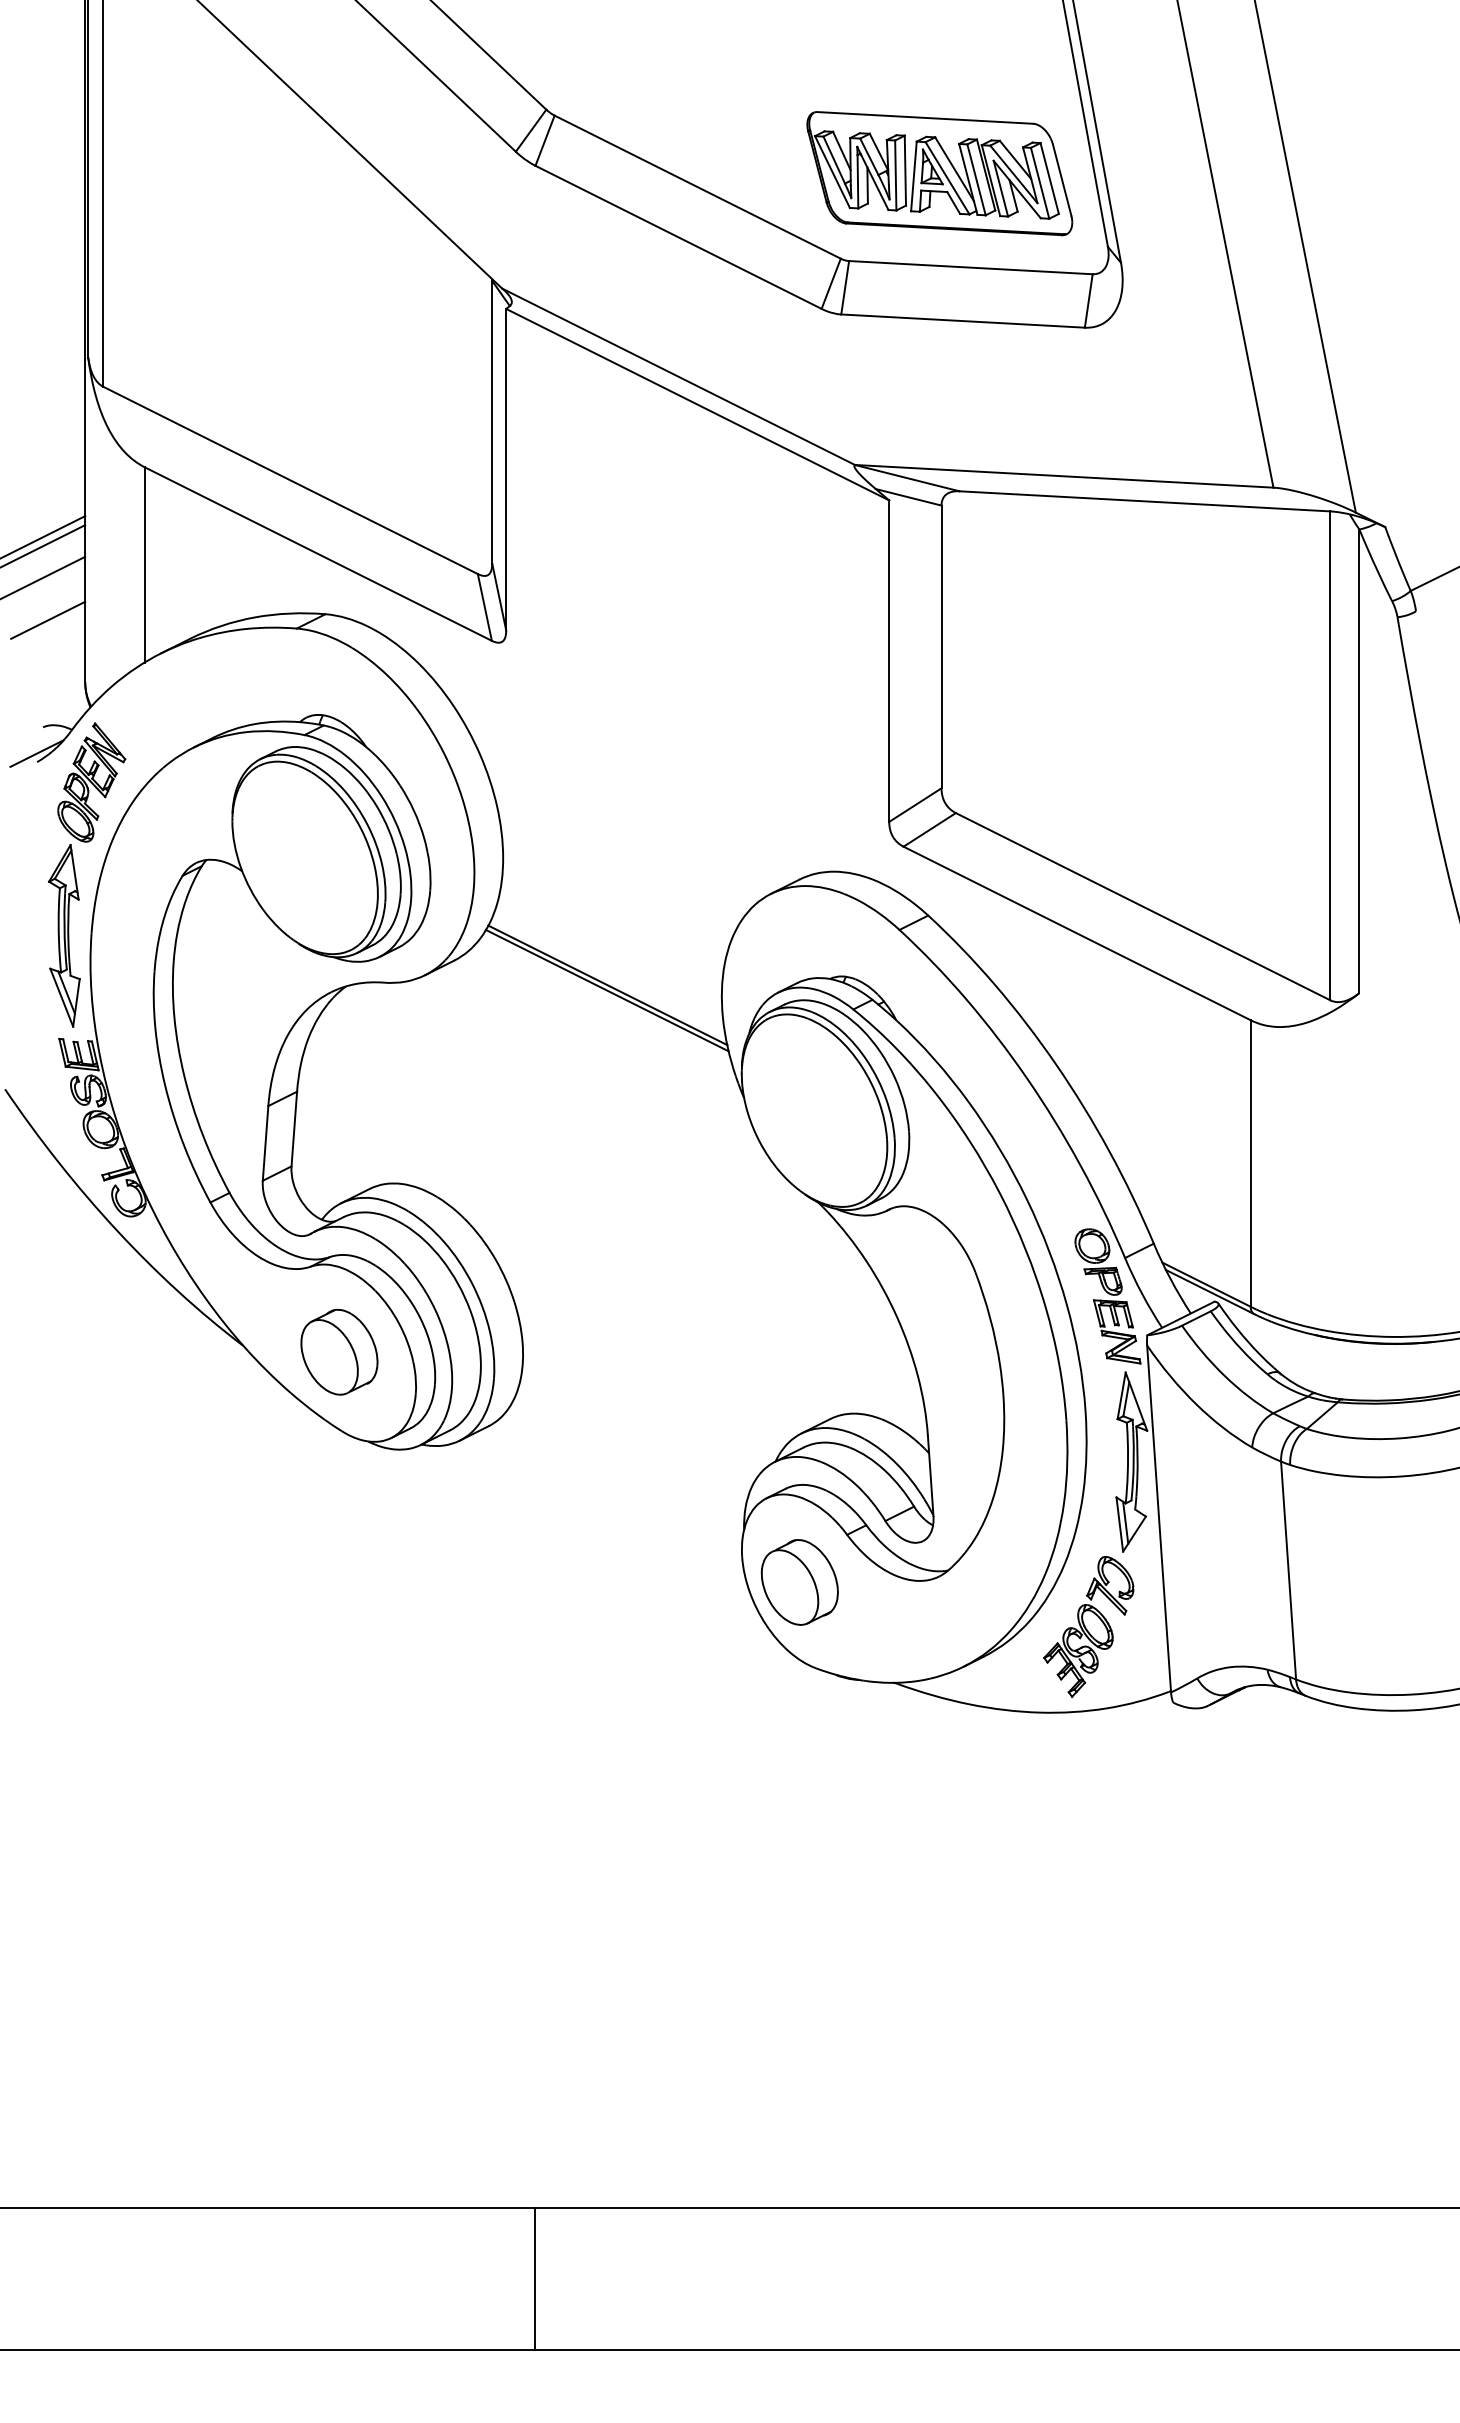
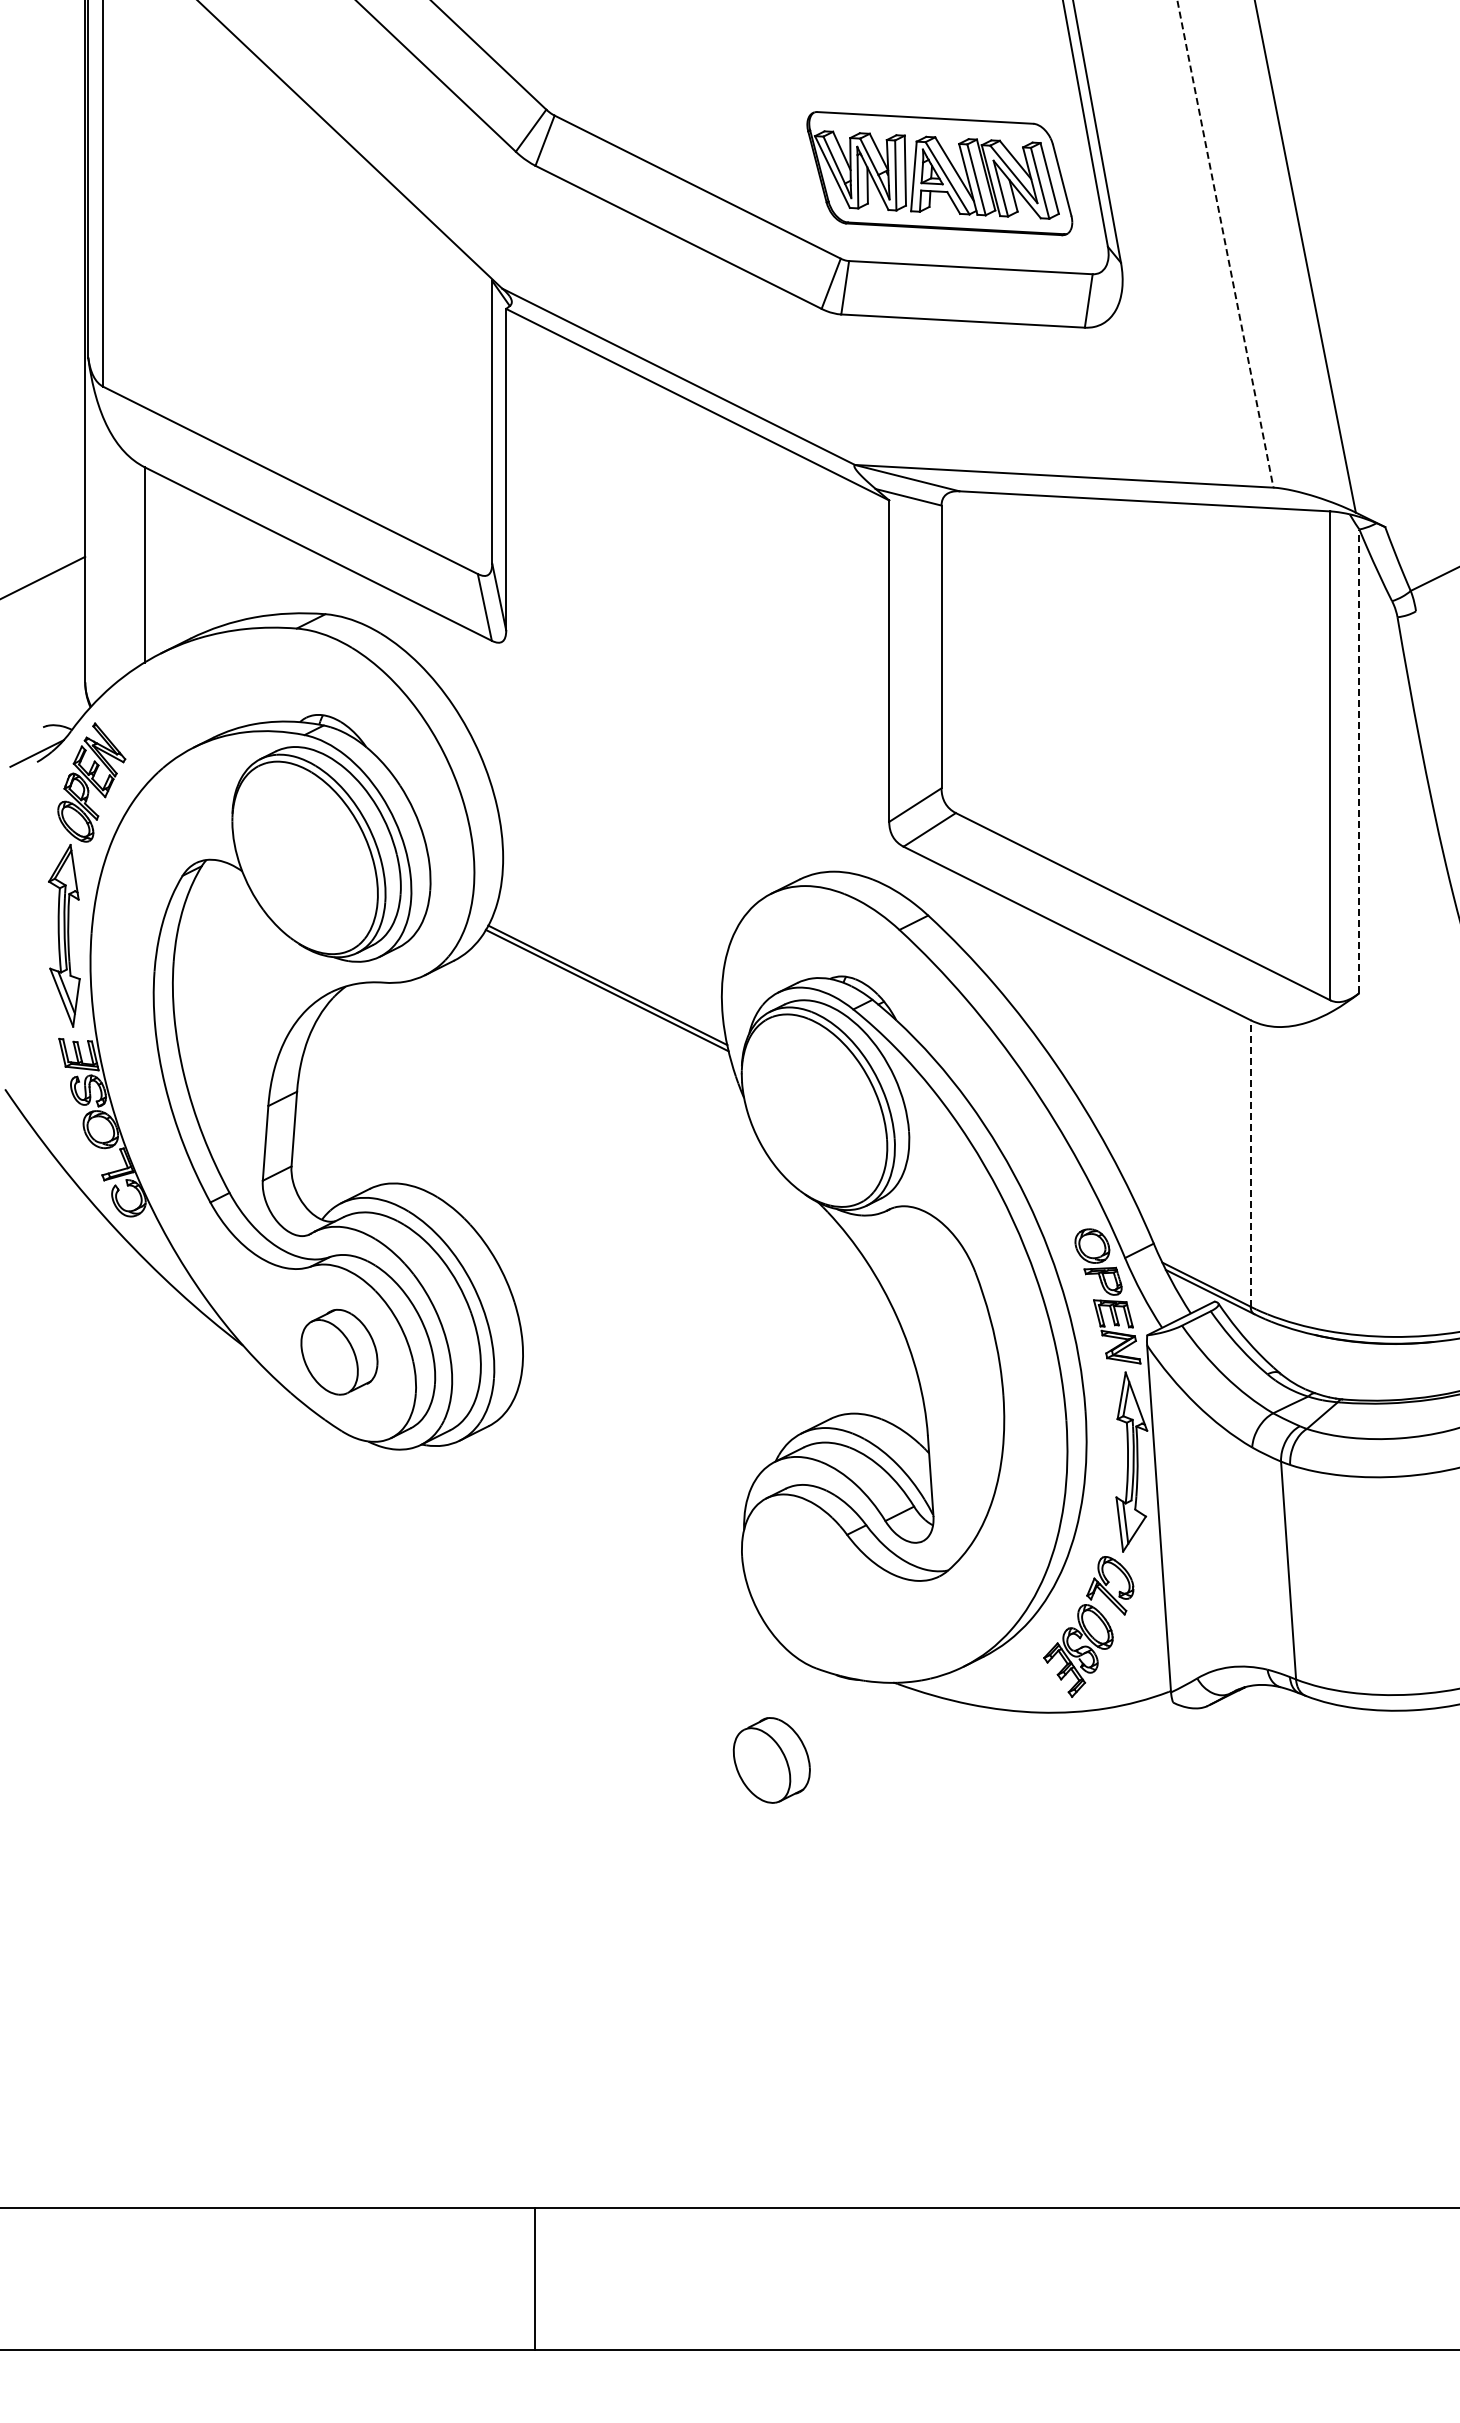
line at (1225, 244): solid -> dashed
line at (43, 536): present -> none
line at (43, 545): present -> none
line at (48, 619): present -> none
line at (1359, 761): solid -> dashed
line at (1250, 1163): solid -> dashed
part at (799, 1582) position: (799, 1582) -> (771, 1760)
